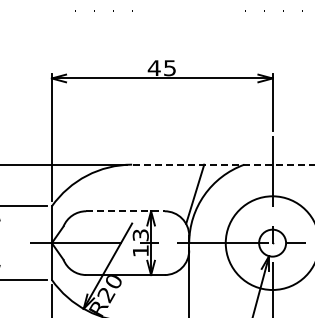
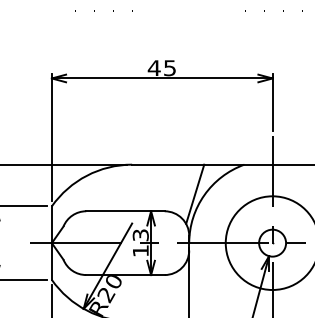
line at (222, 164): dashed -> solid
line at (125, 211): dashed -> solid
